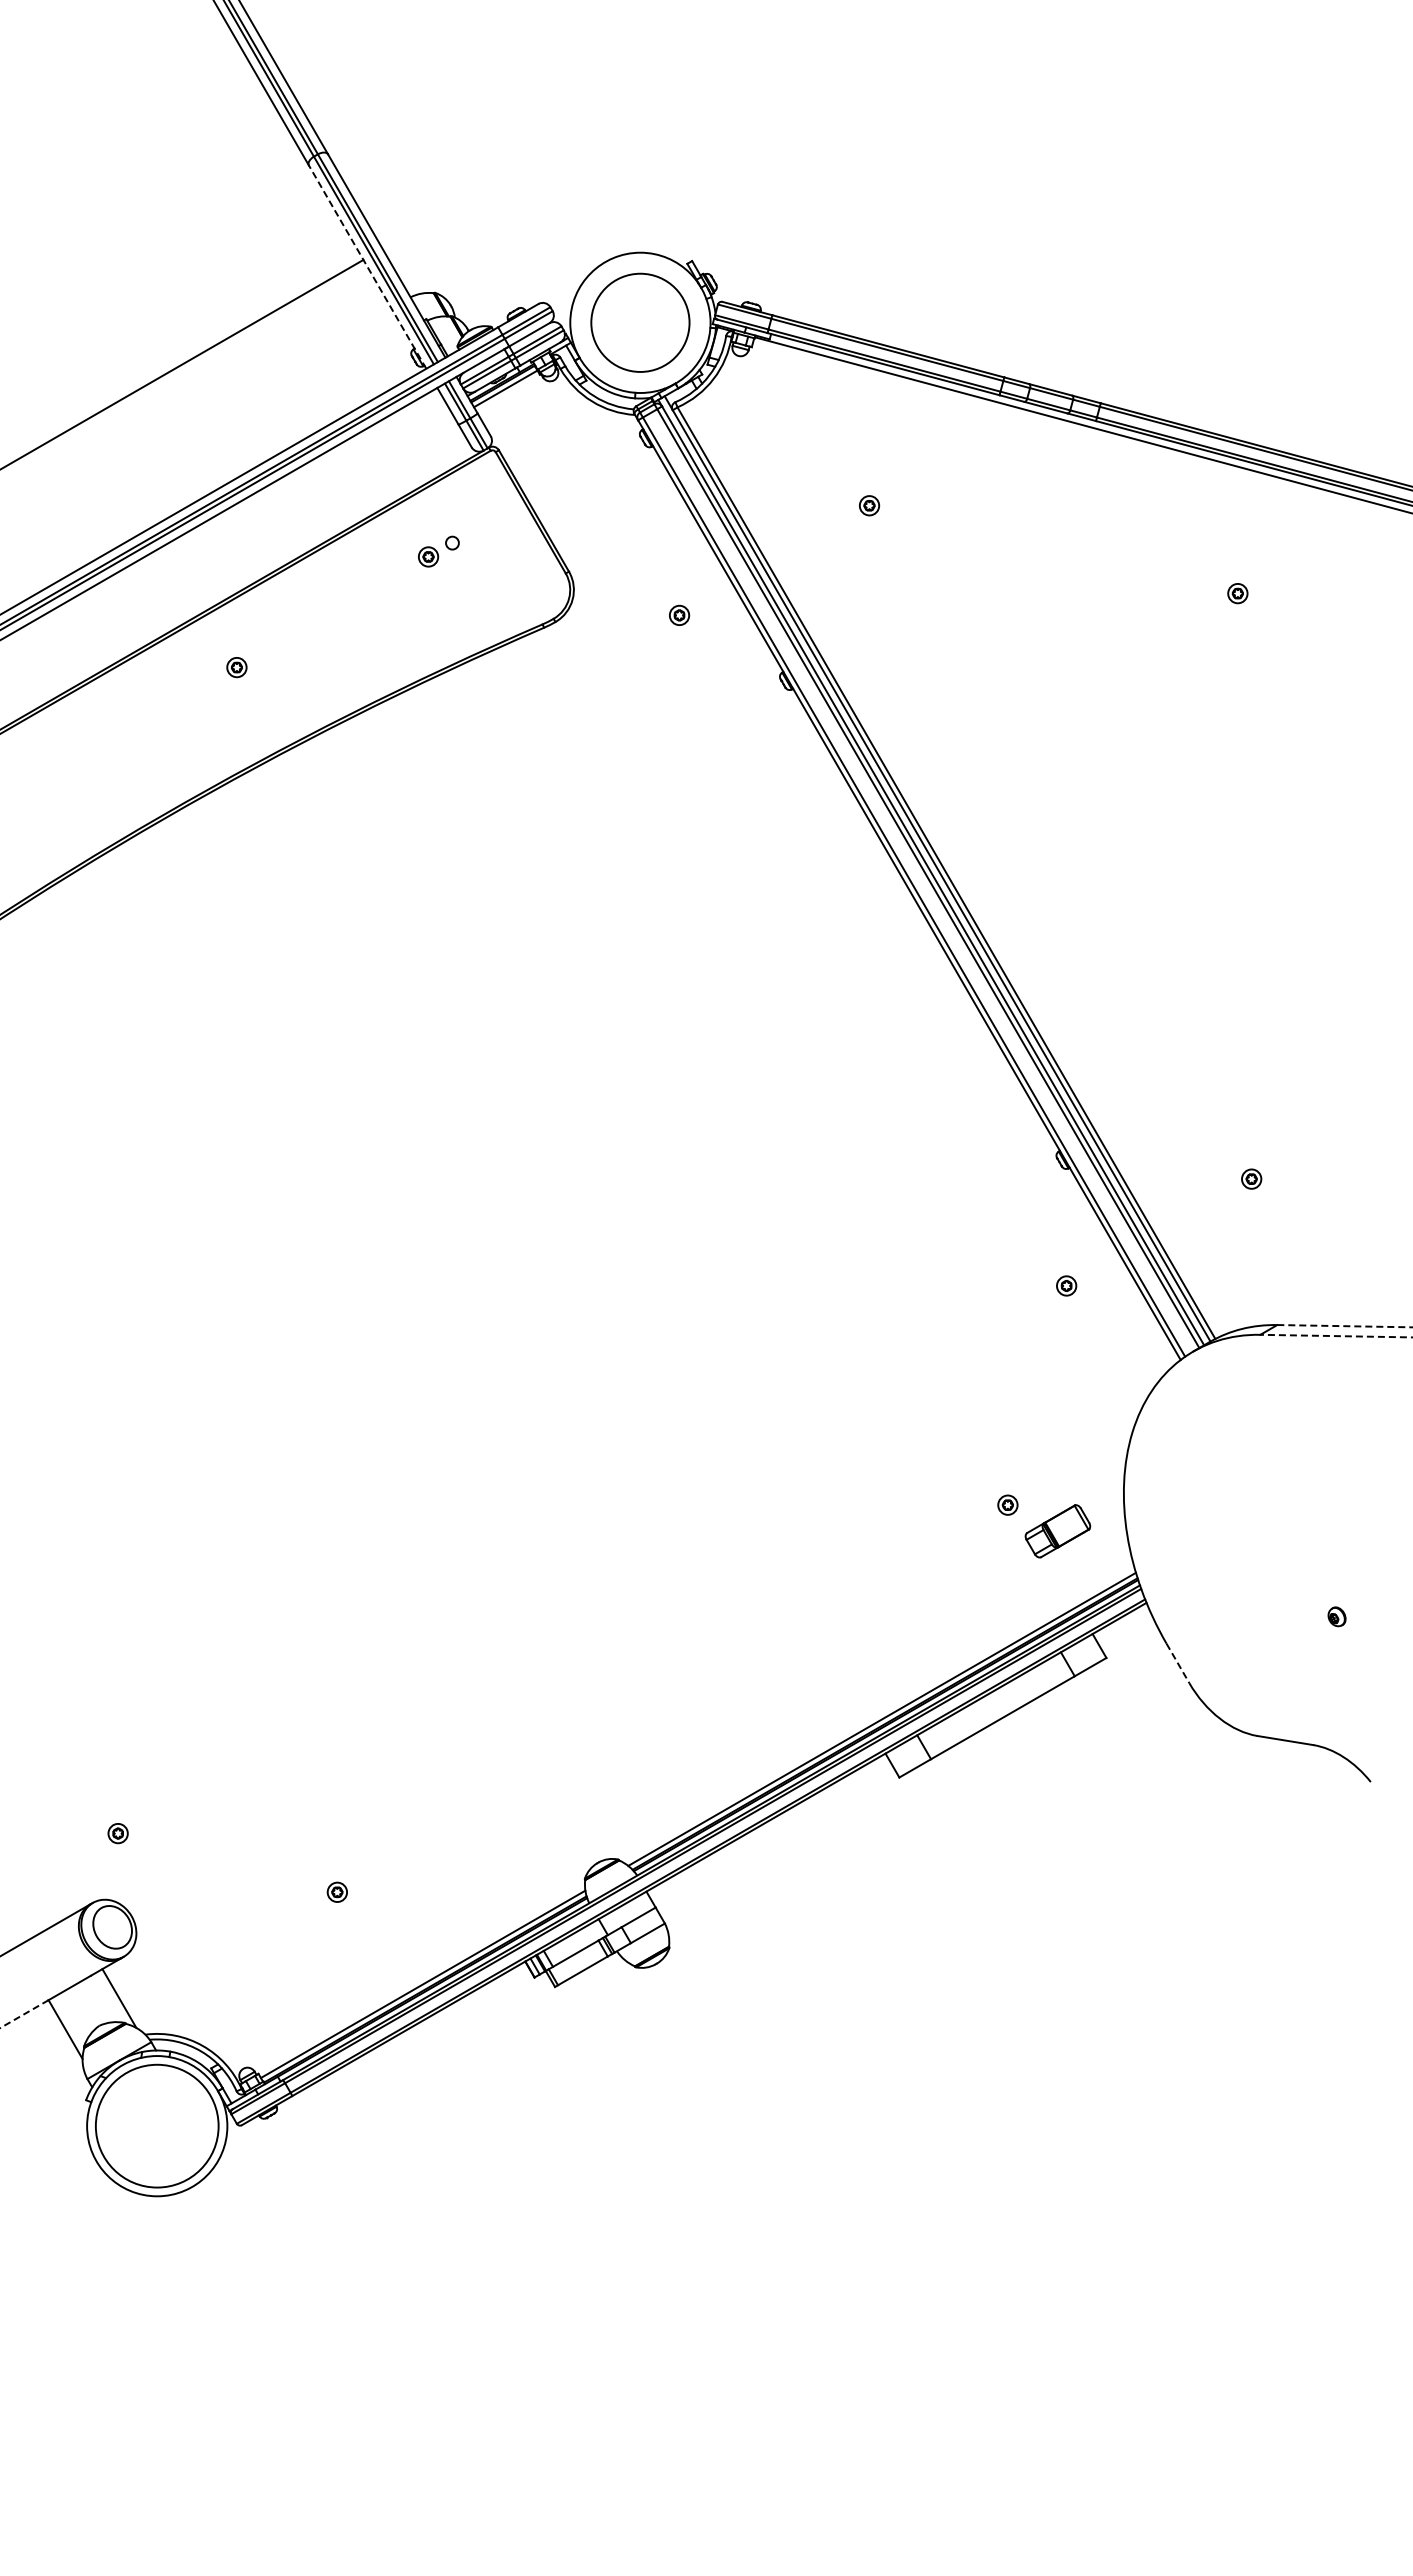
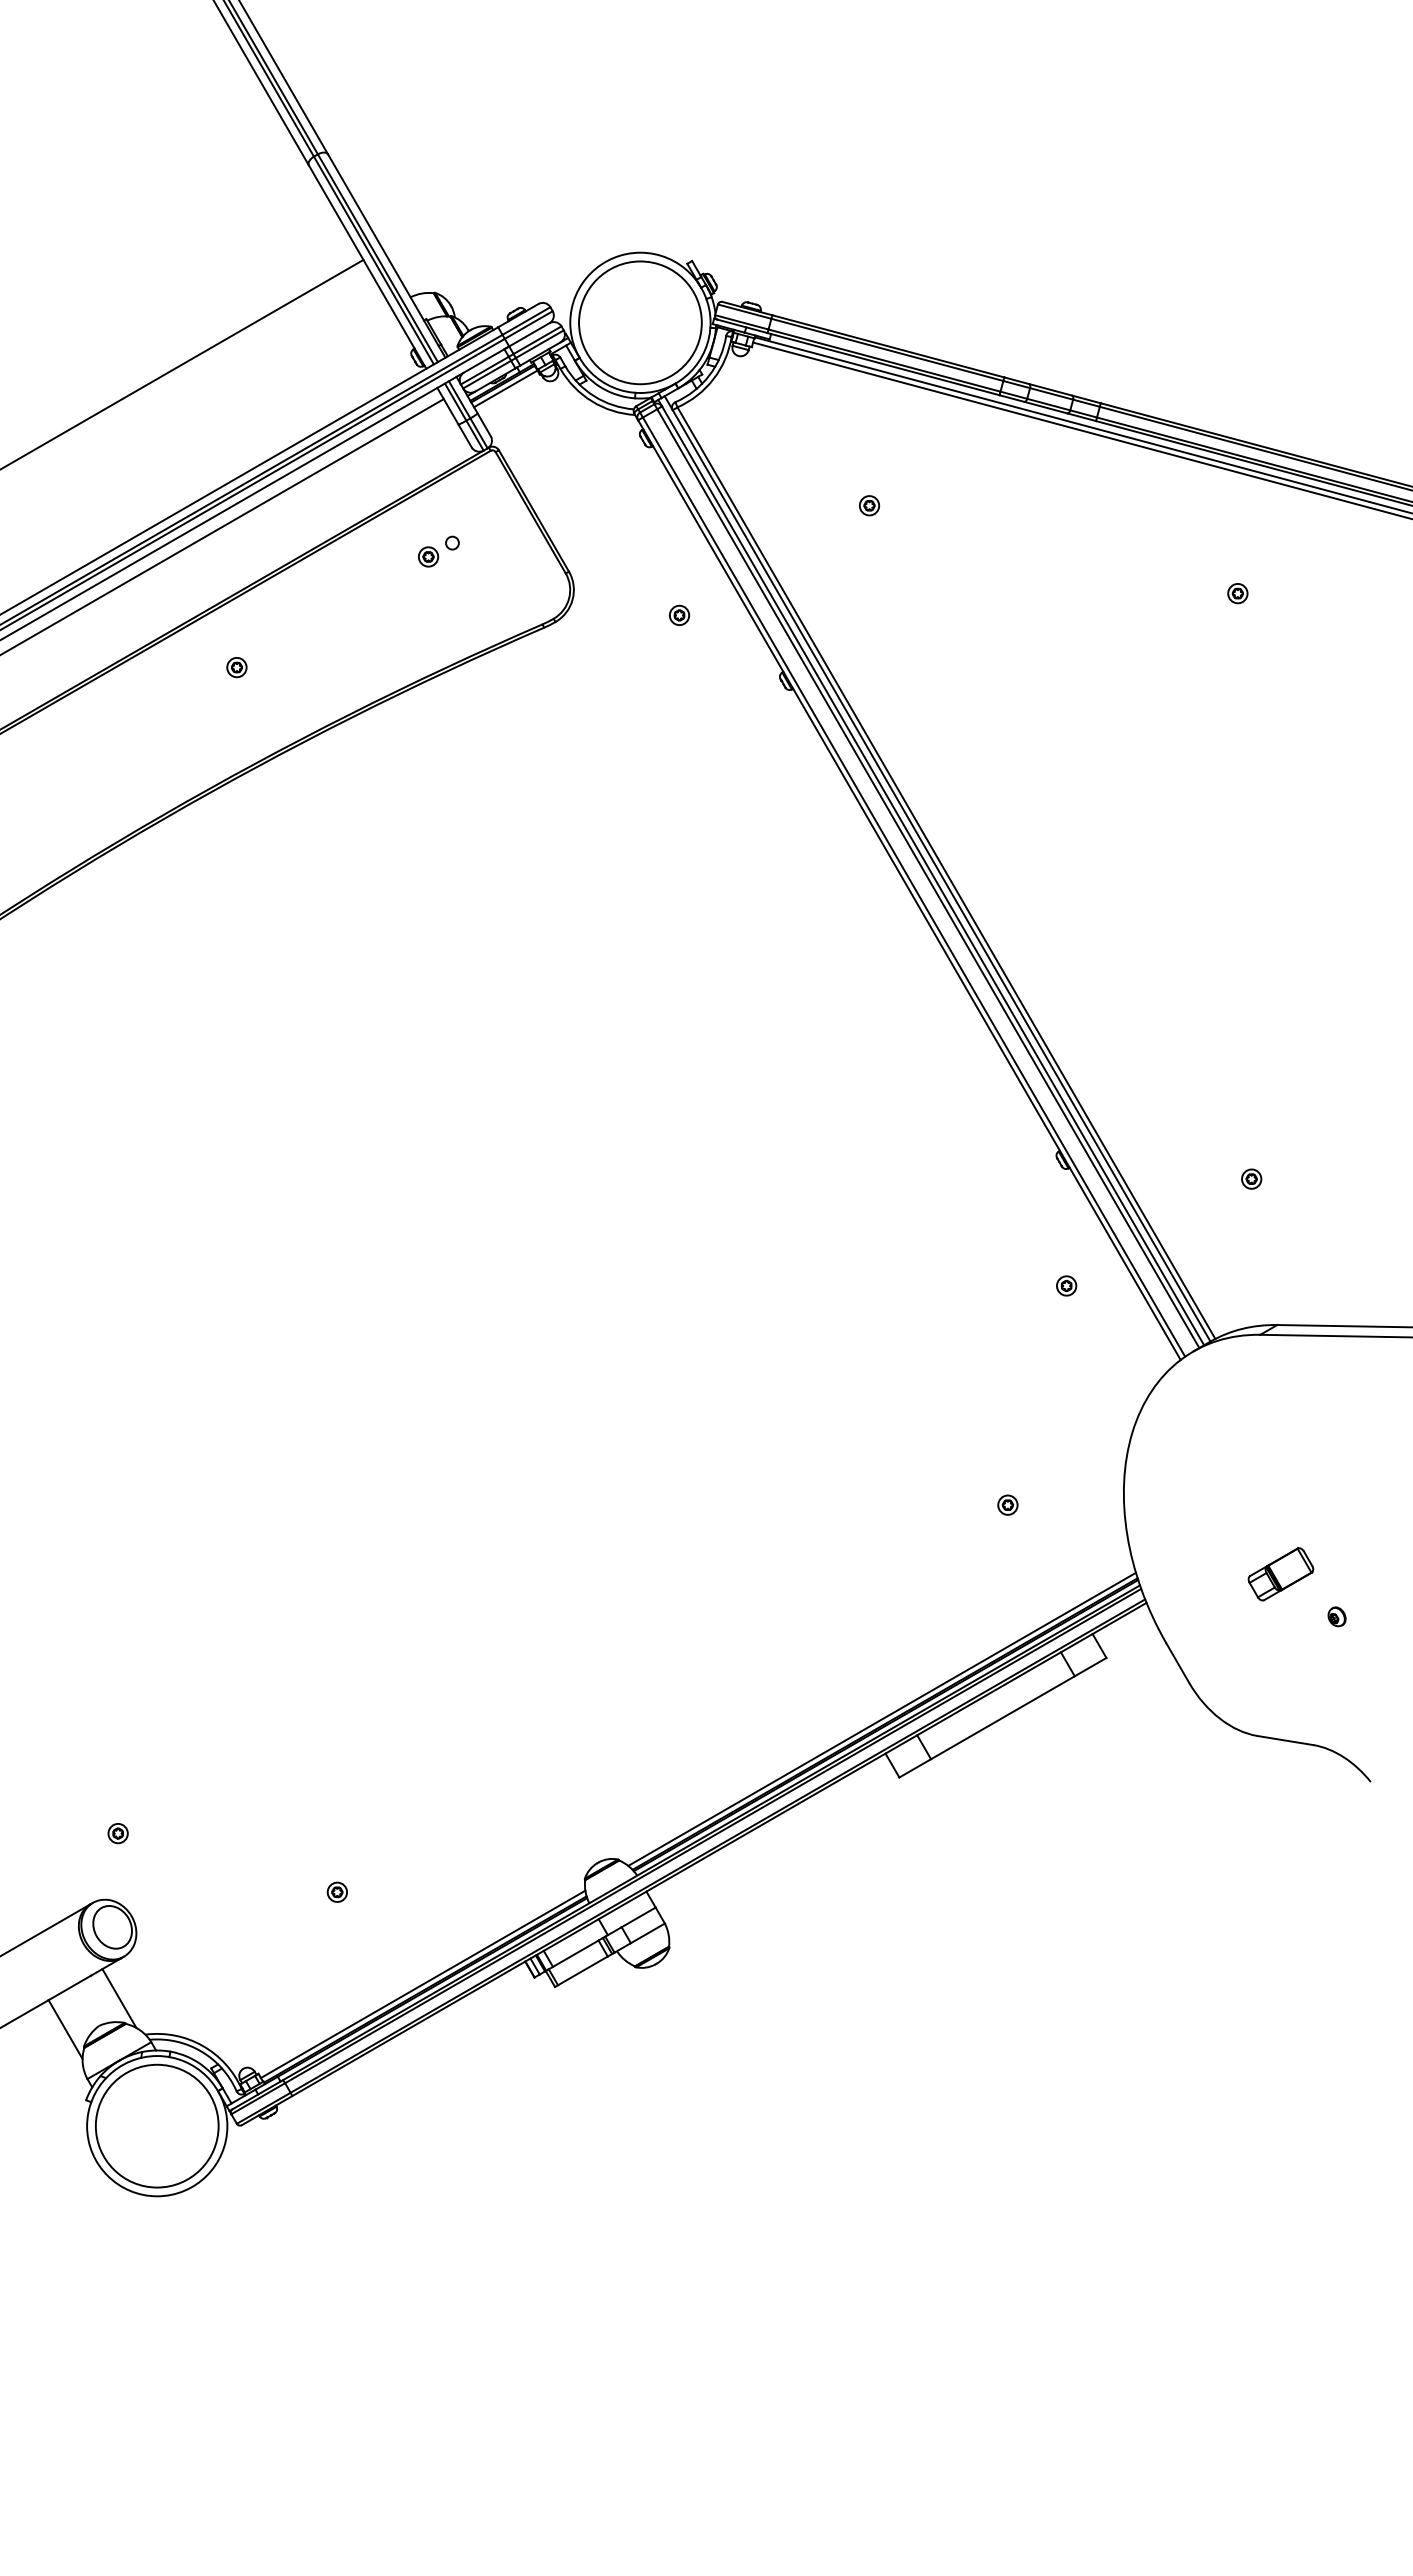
line at (367, 266): dashed -> solid
circle at (640, 322) diameter: 98 px -> 123 px
line at (1081, 430): none -> present
line at (222, 526): none -> present
line at (1345, 1326): dashed -> solid
line at (1336, 1336): dashed -> solid
part at (1057, 1531) position: (1057, 1531) -> (1280, 1574)
line at (1177, 1663): dashed -> solid
line at (24, 2014): dashed -> solid
